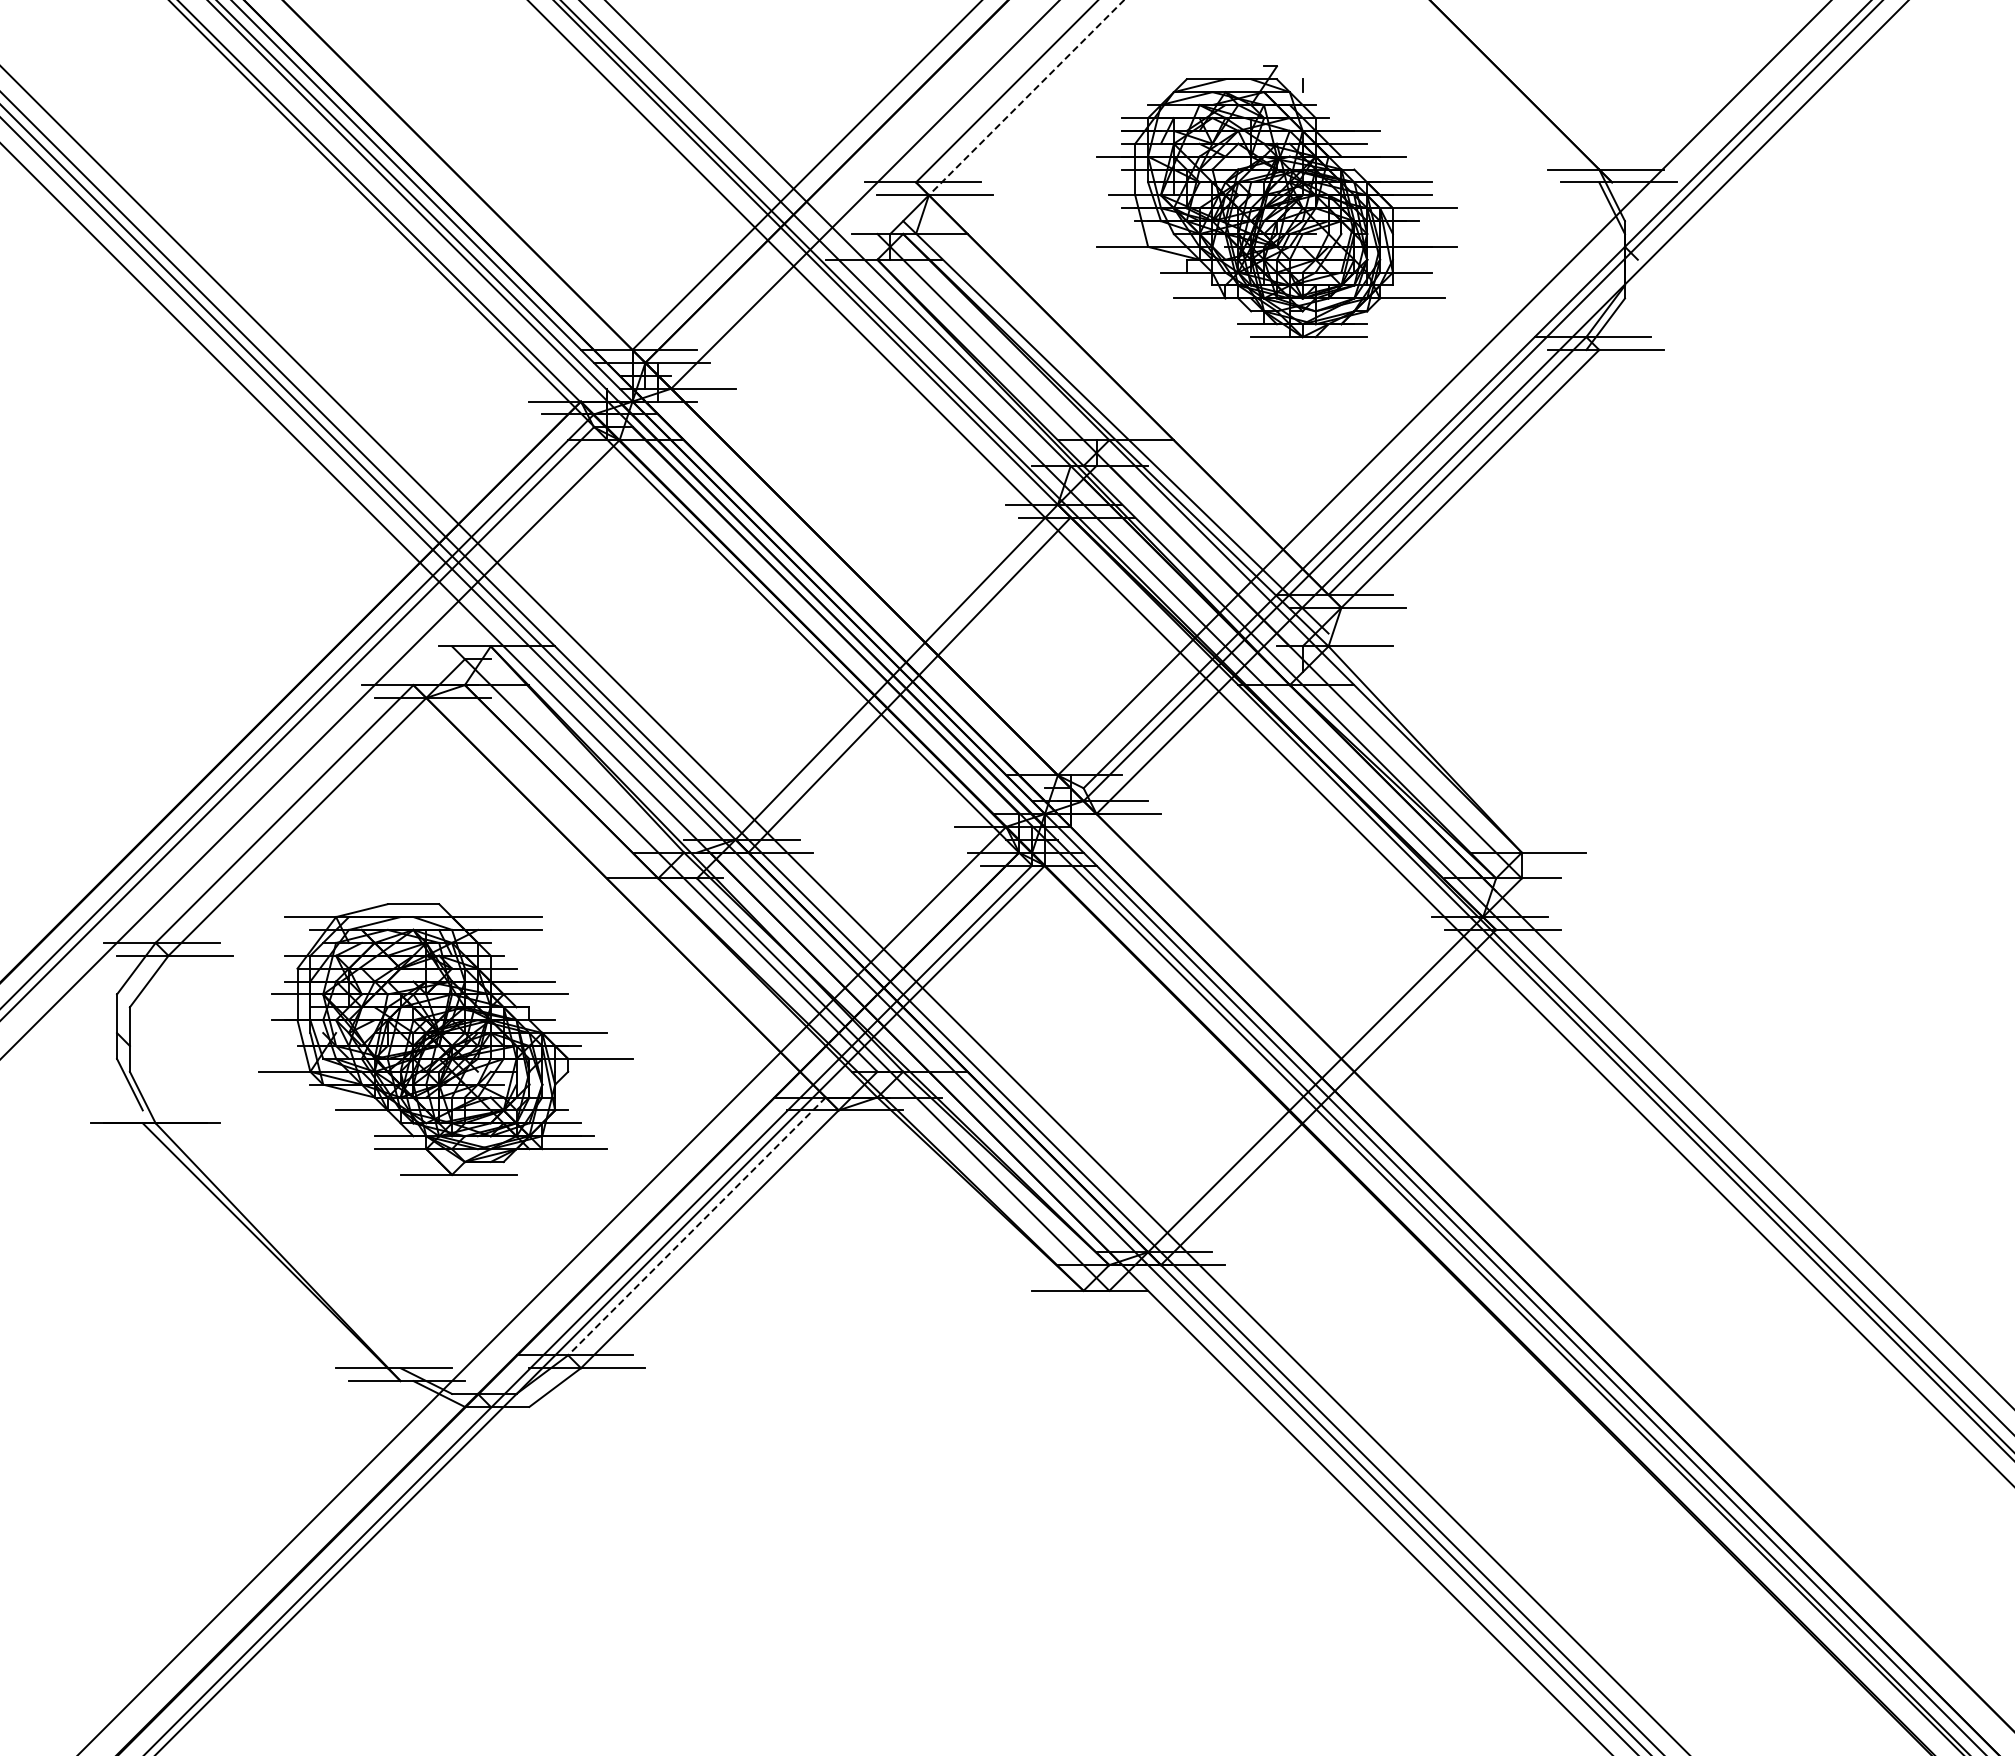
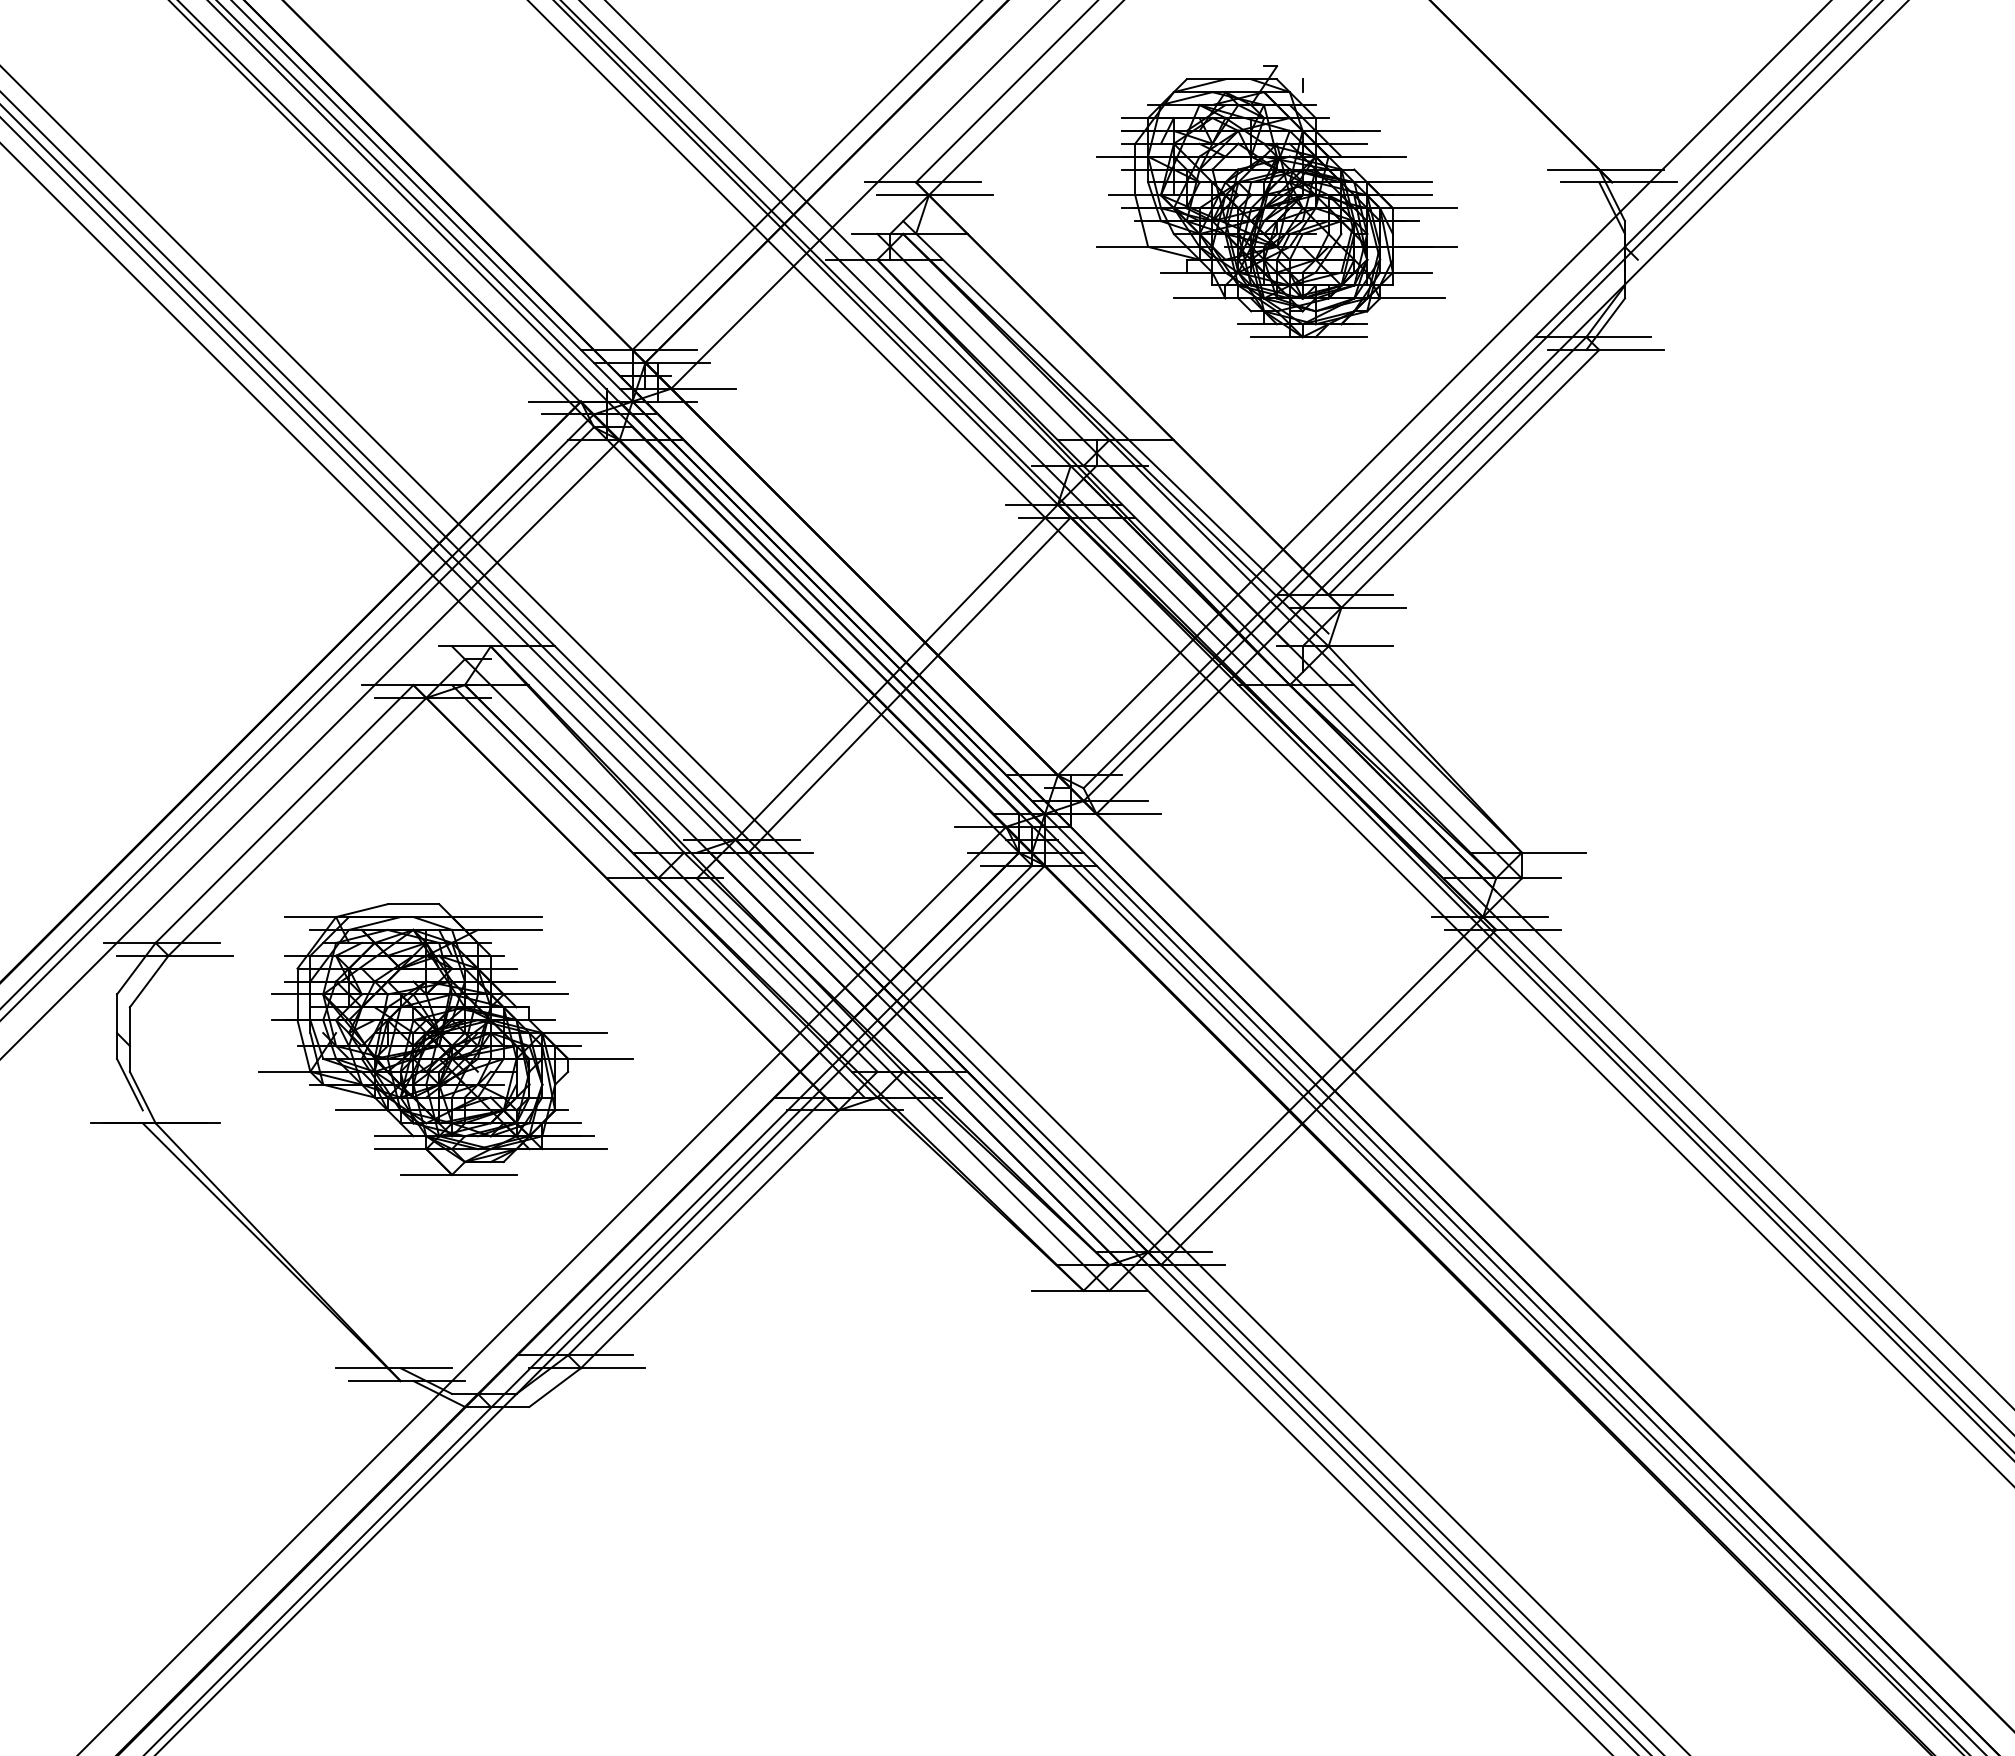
line at (1026, 97): dashed -> solid
line at (658, 891): none -> present
line at (696, 1226): dashed -> solid
